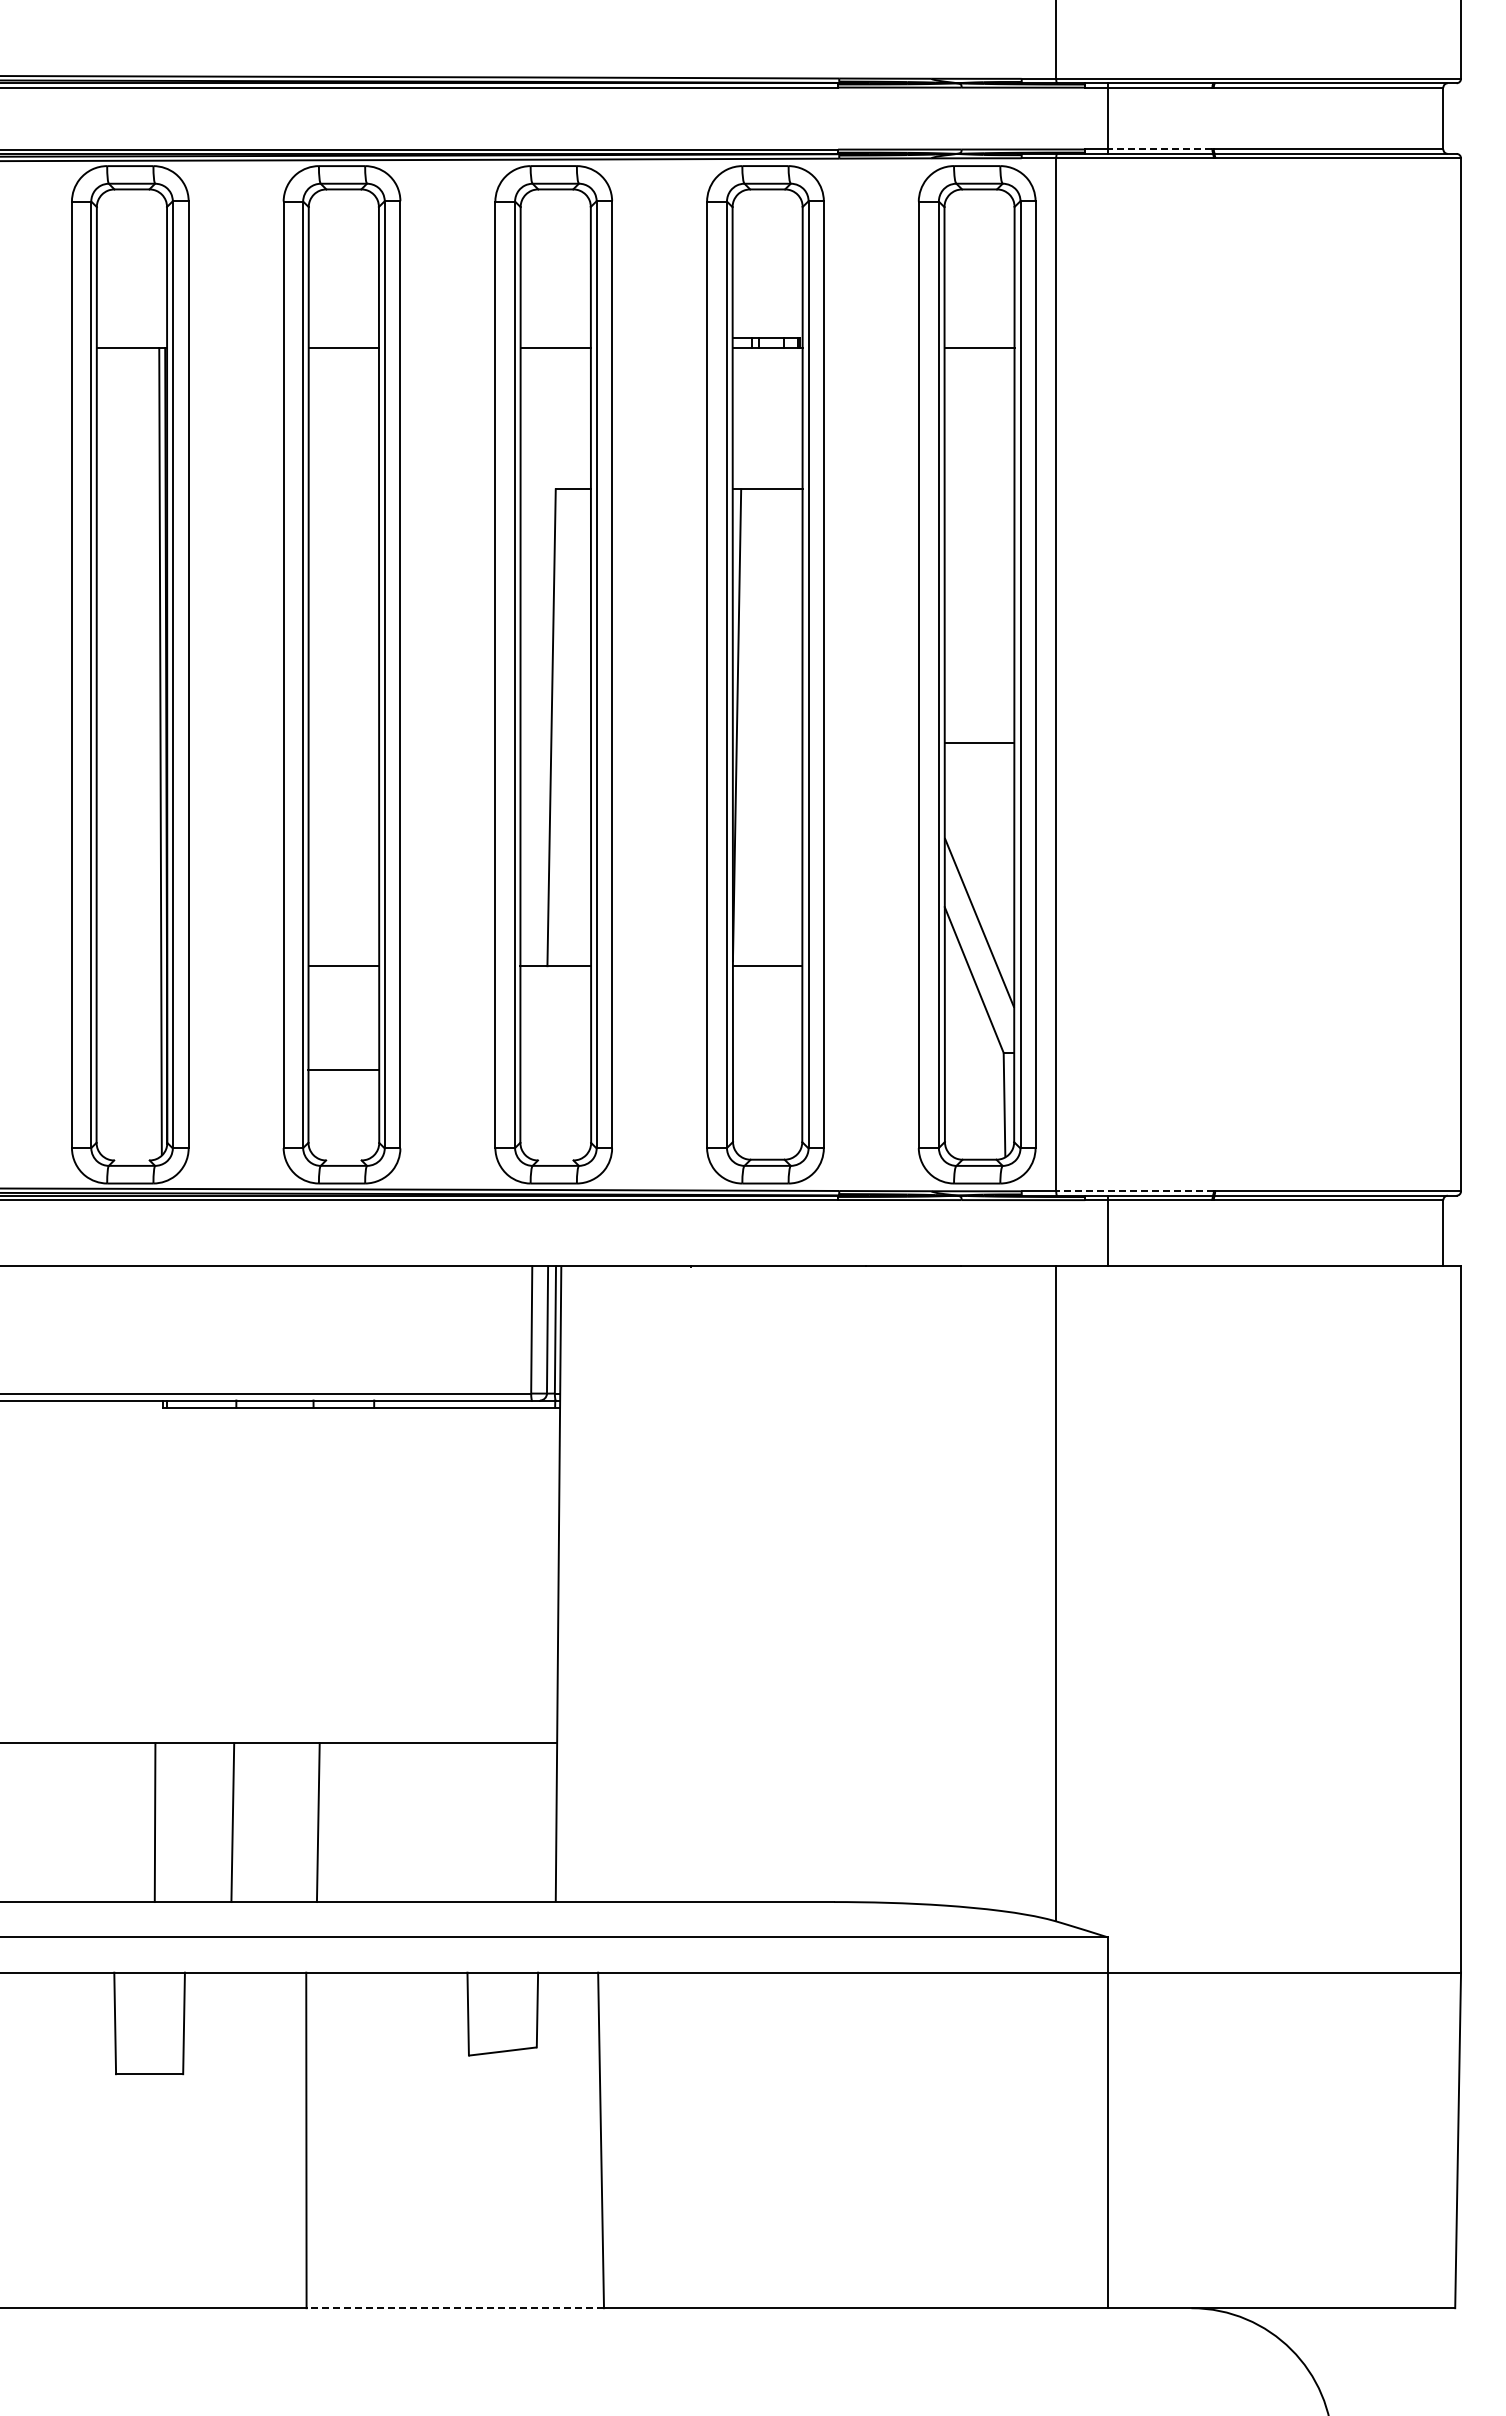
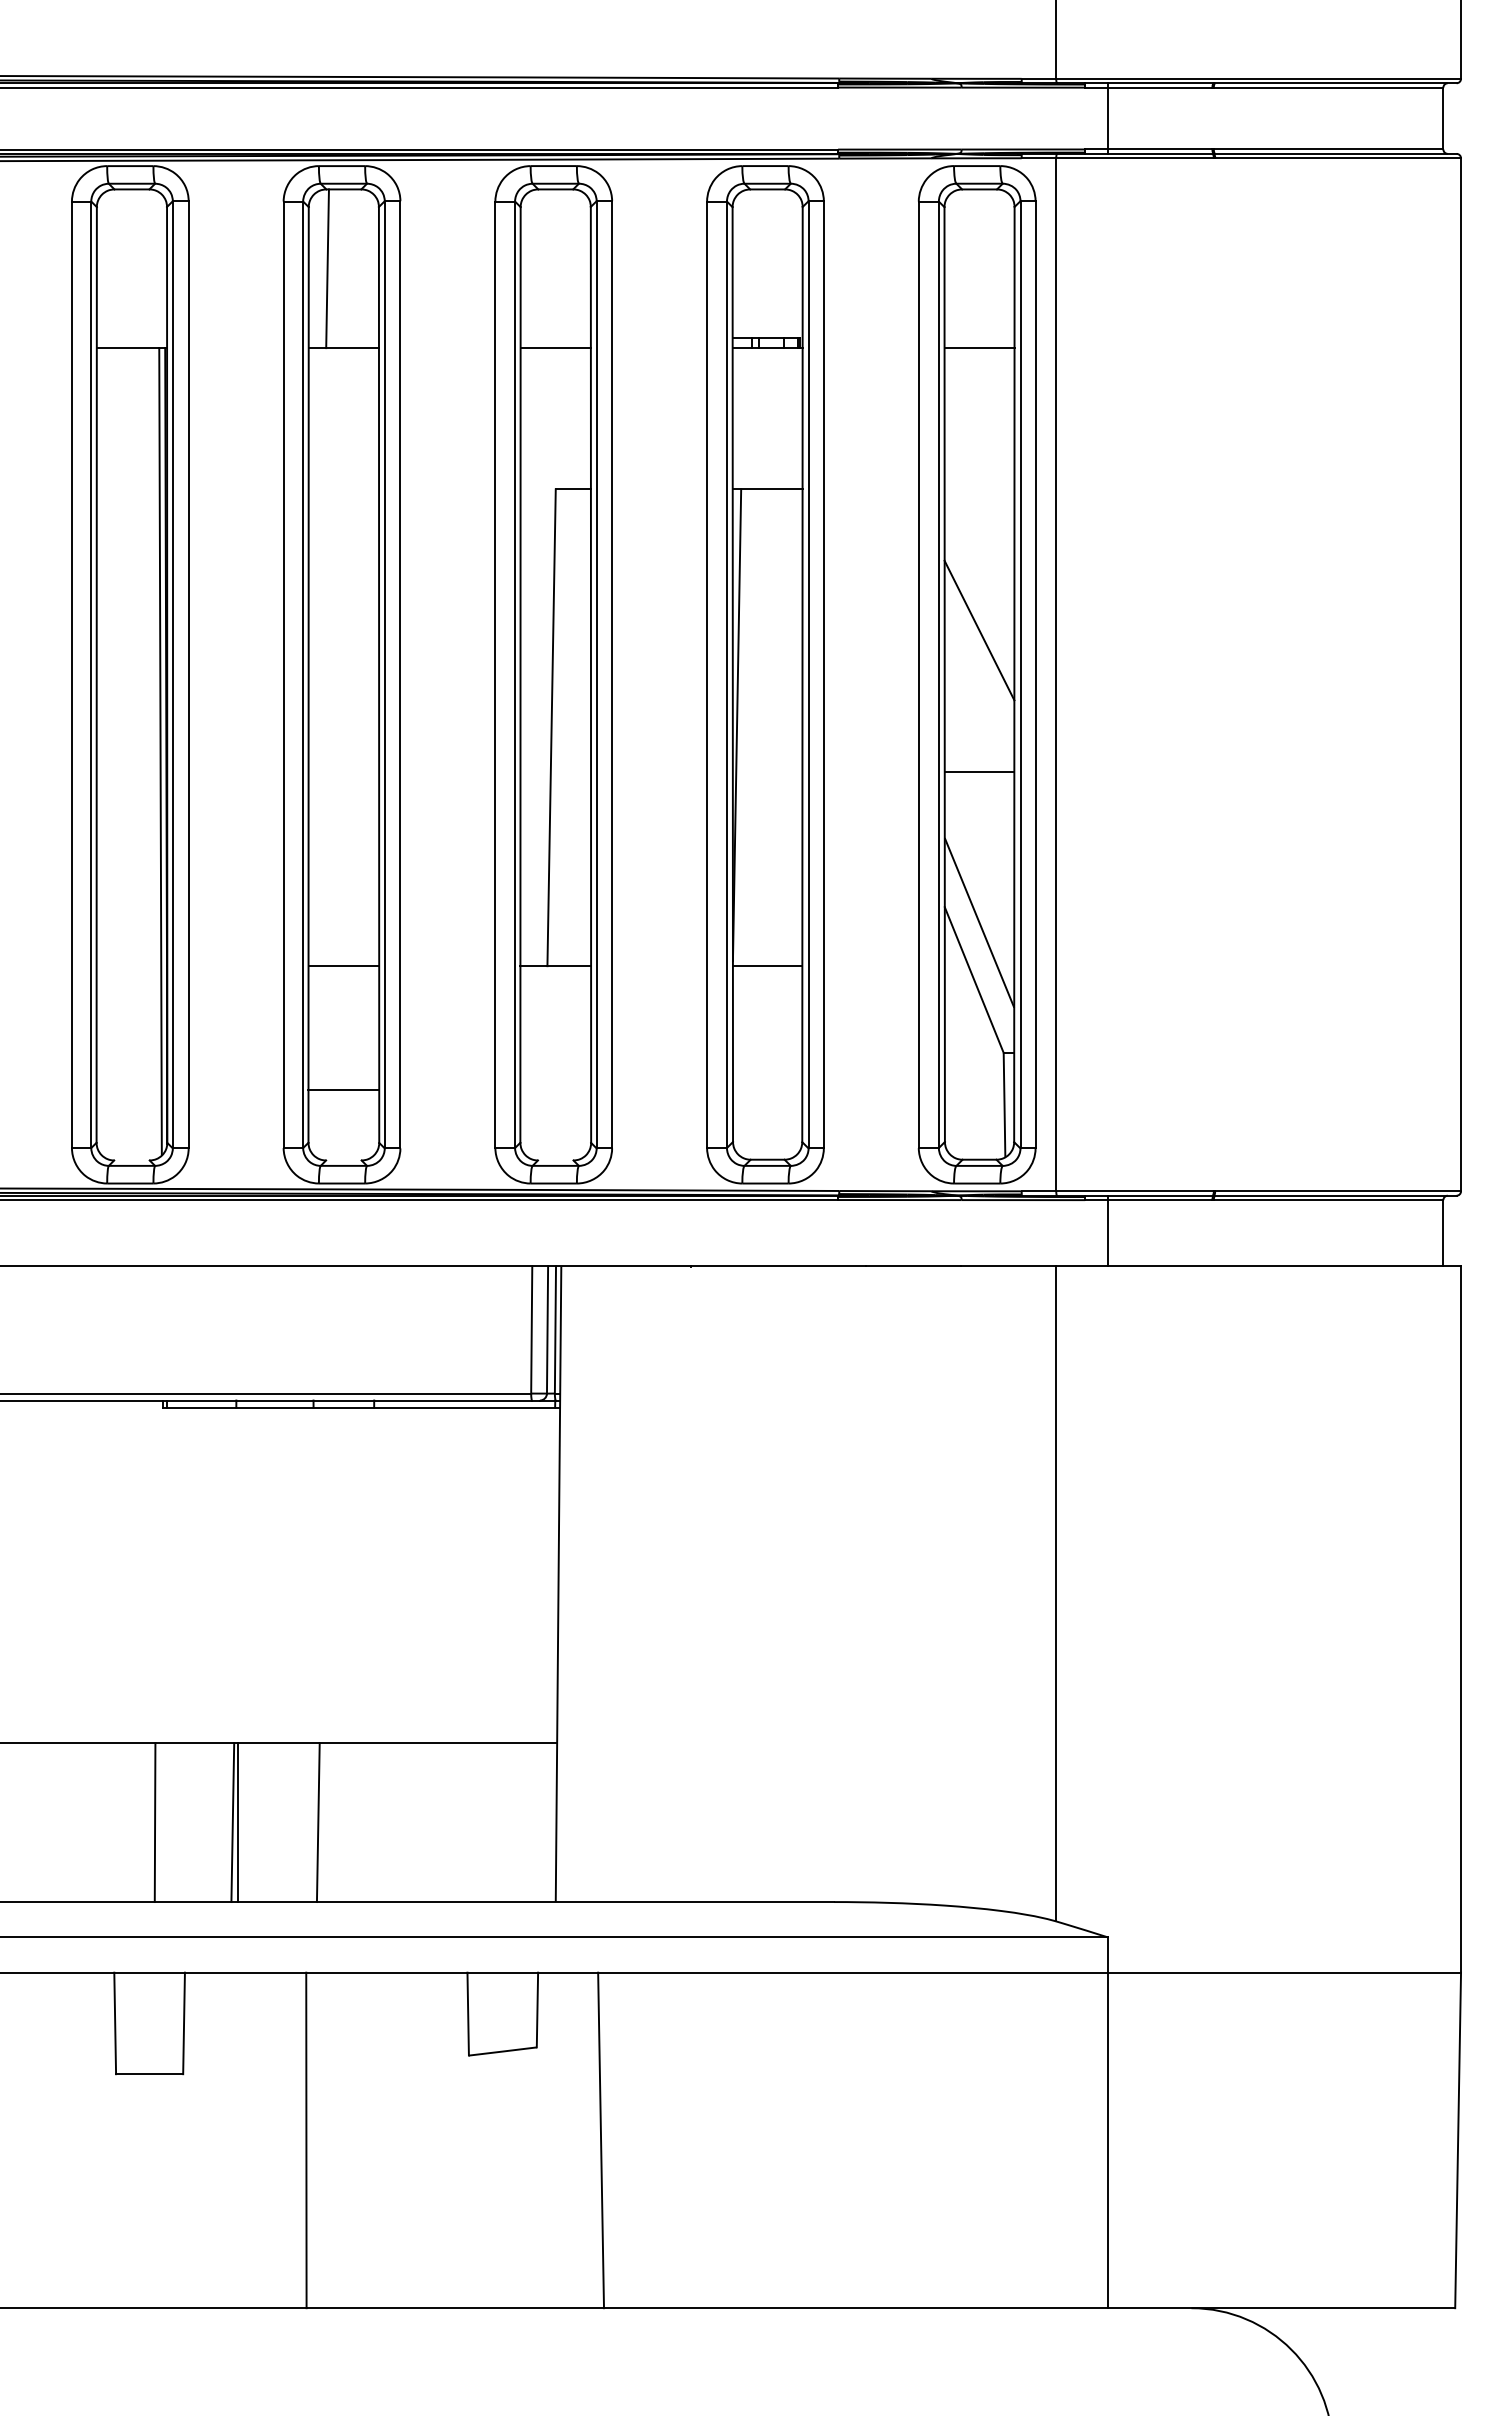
line at (1159, 149): dashed -> solid
line at (327, 268): none -> present
line at (979, 630): none -> present
line at (979, 742) position: (979, 742) -> (979, 771)
line at (343, 1069) position: (343, 1069) -> (343, 1089)
line at (1135, 1191): dashed -> solid
line at (237, 1822): none -> present
line at (455, 2308): dashed -> solid
